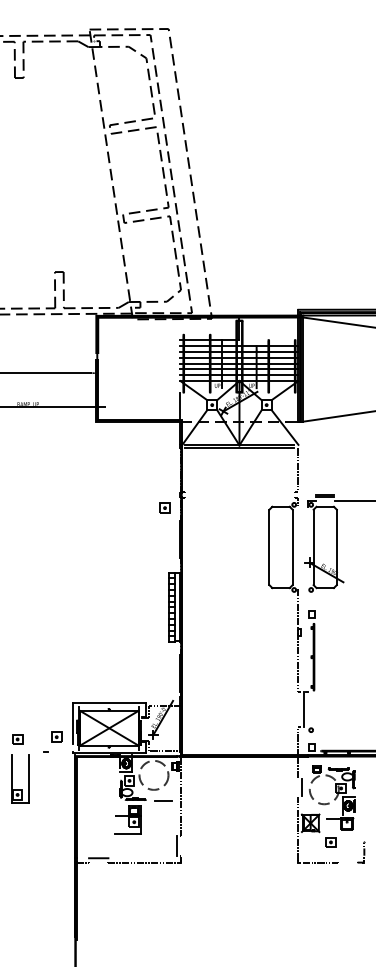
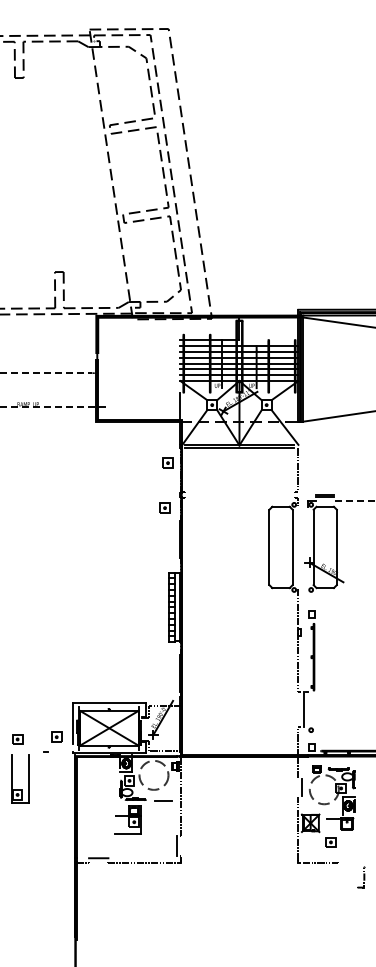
line at (6, 407): solid -> dashed
part at (167, 462): none -> present
line at (355, 501): solid -> dashed
part at (361, 852) position: (361, 852) -> (361, 877)
